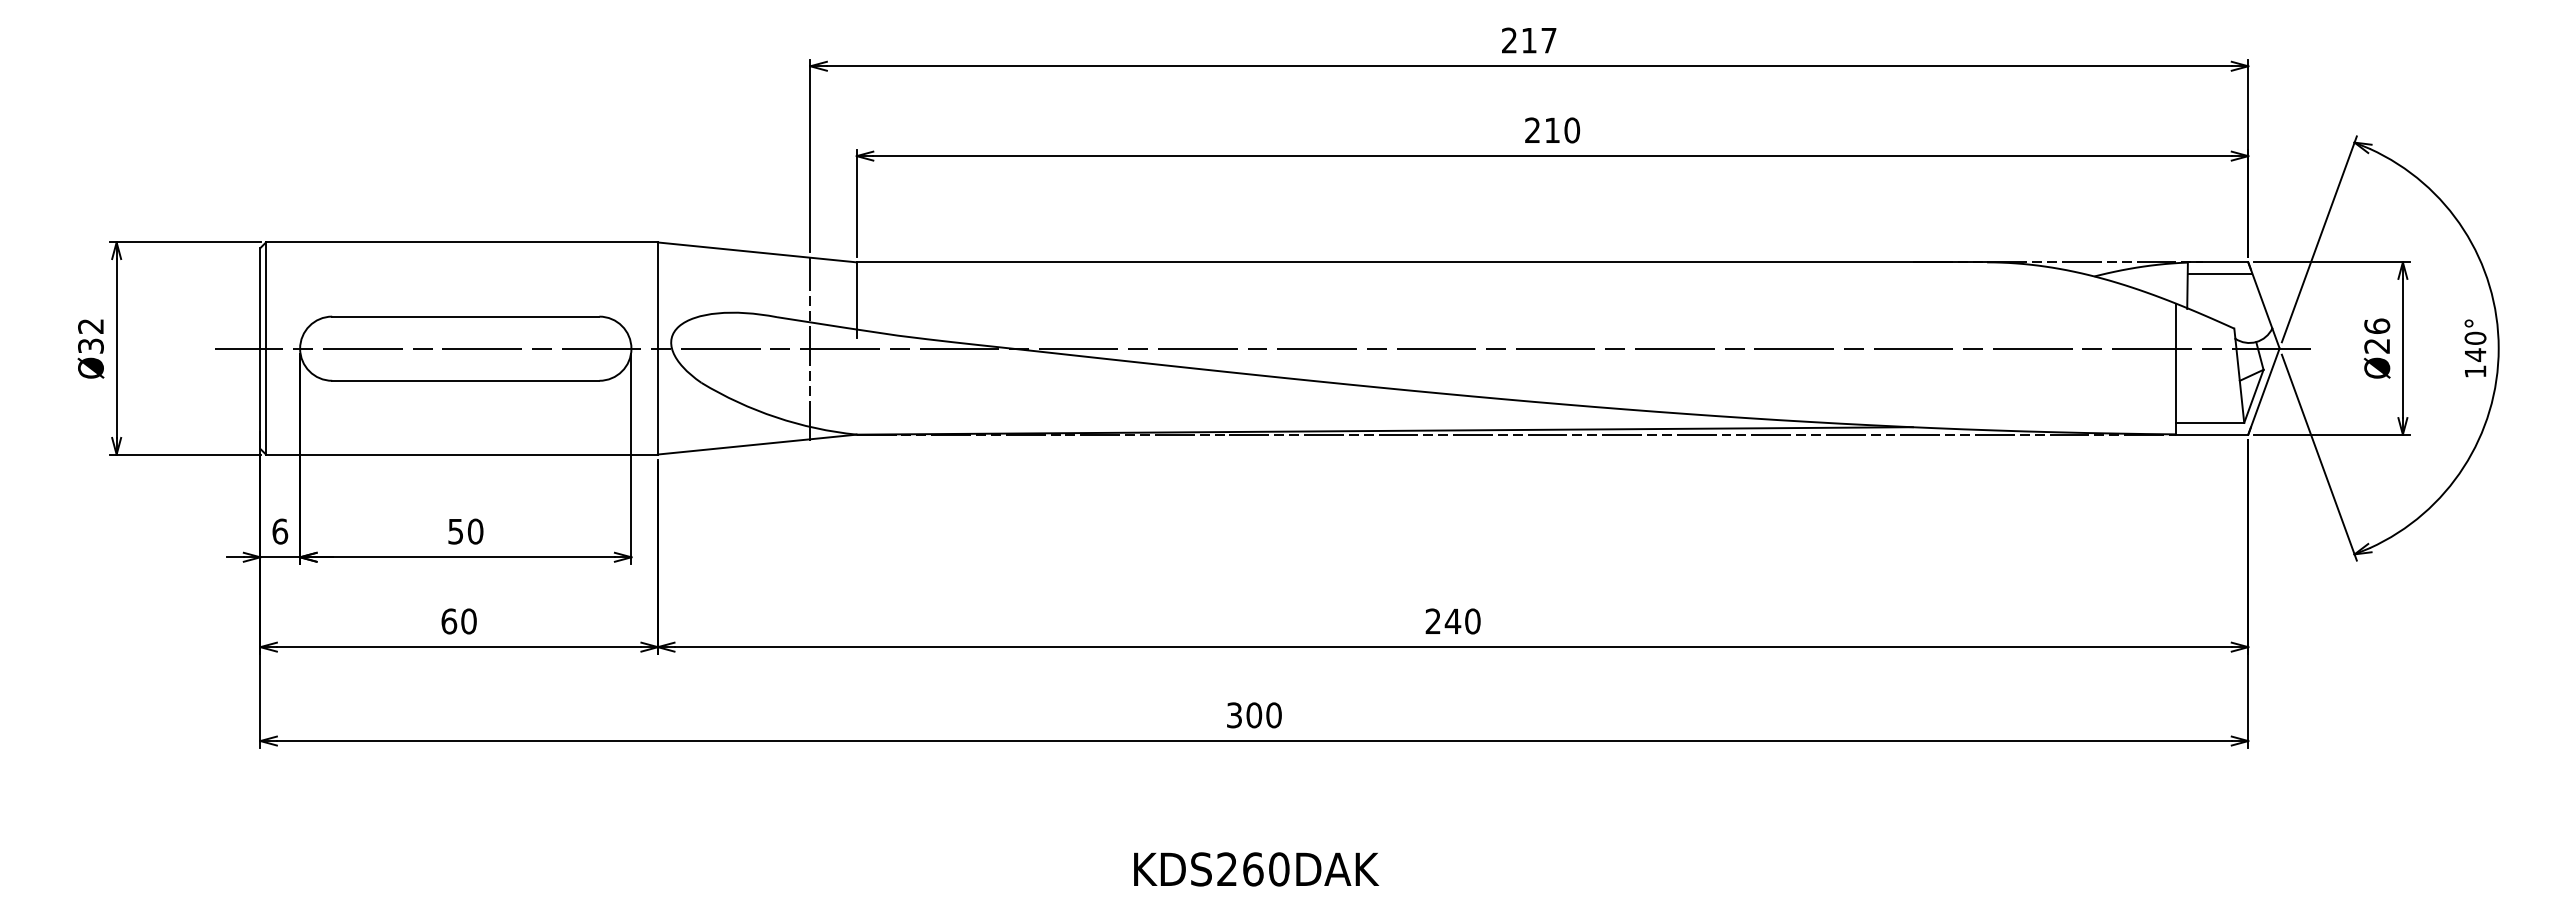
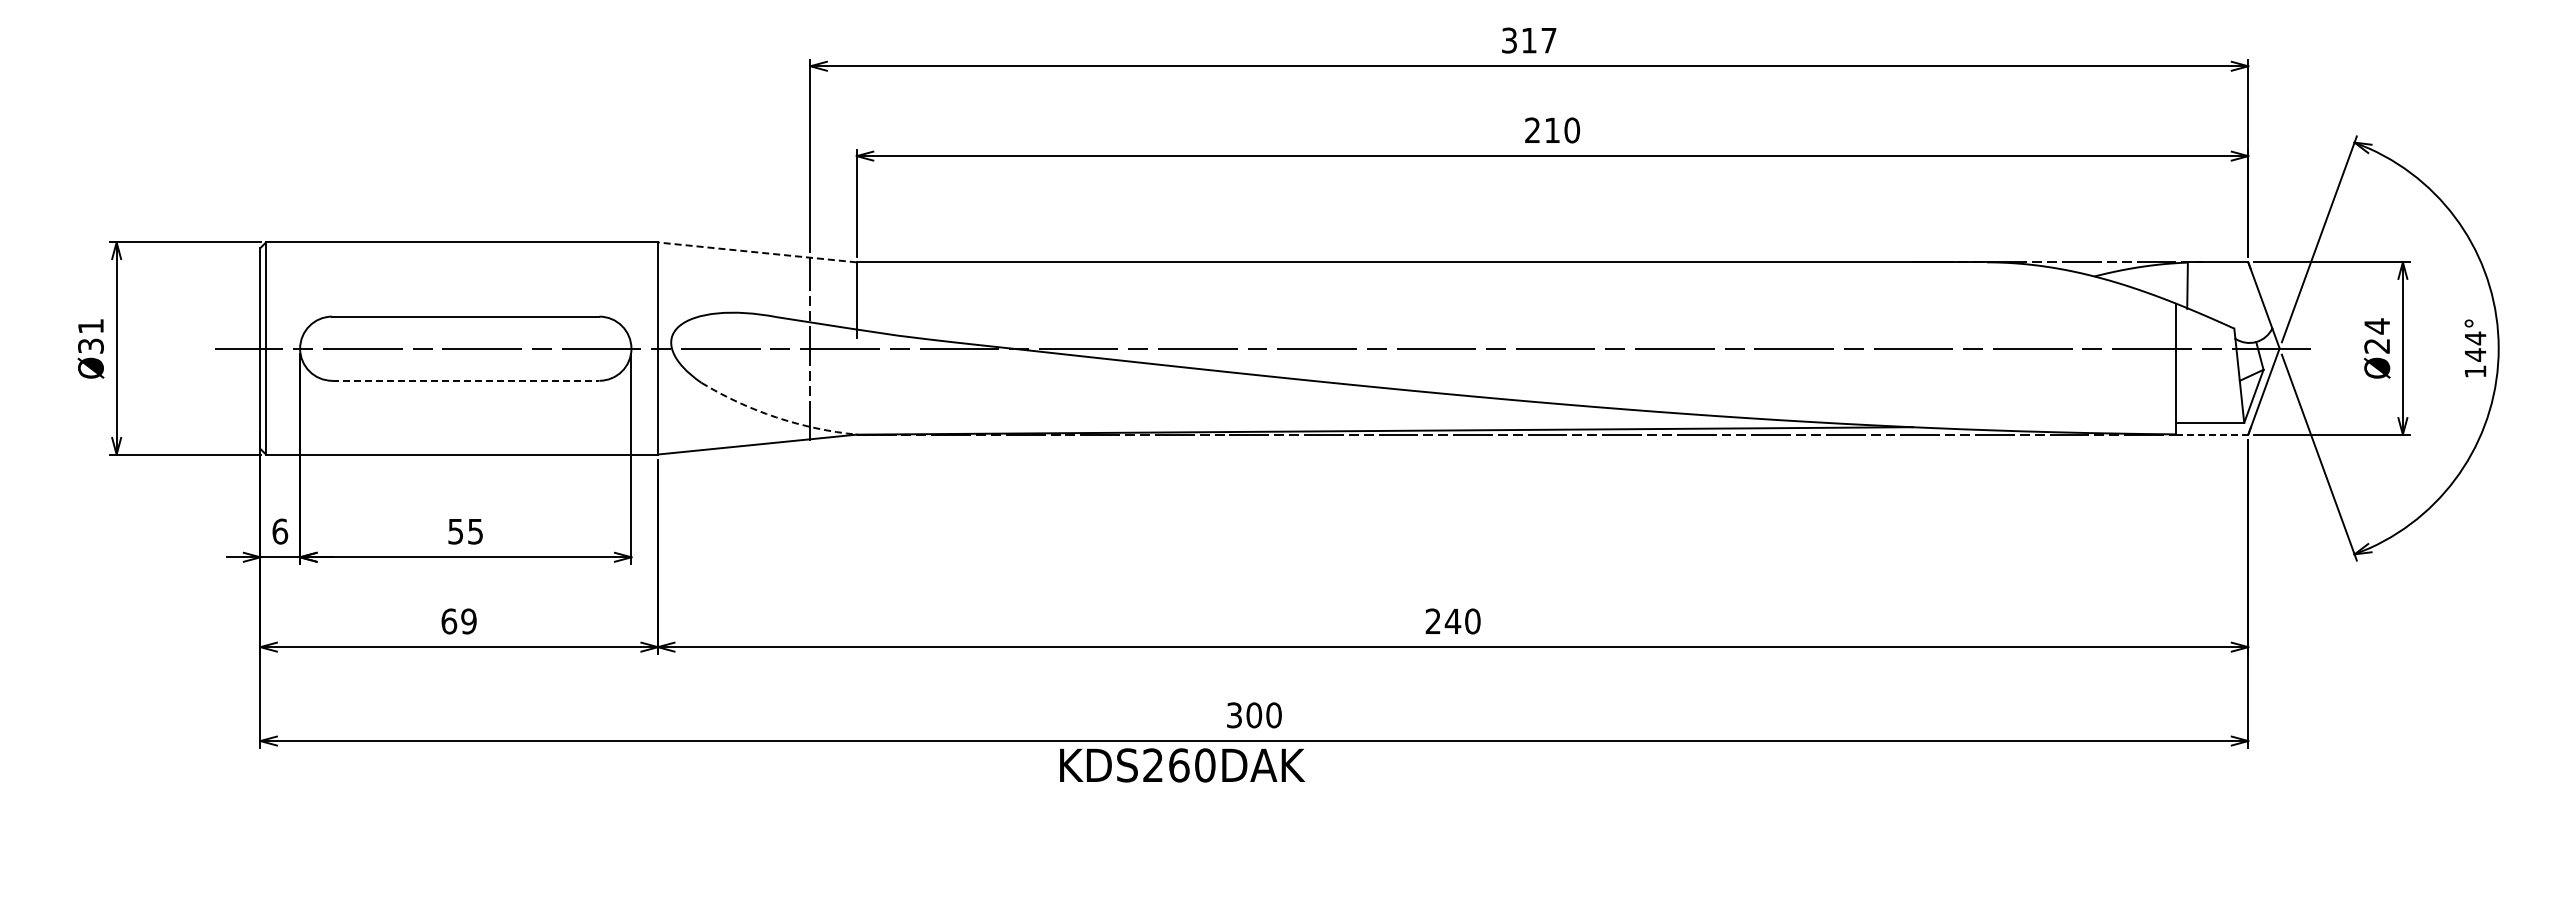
text at (1509, 40): 217 -> 317
line at (757, 252): solid -> dashed
line at (2219, 273): present -> none
text at (90, 326): Ø32 -> Ø31
text at (2377, 326): Ø26 -> Ø24
text at (2475, 338): 140° -> 144°
line at (465, 380): solid -> dashed
arc at (776, 417): solid -> dashed
line at (2212, 434): solid -> dashed
text at (475, 531): 50 -> 55
text at (468, 621): 60 -> 69
text at (1256, 869) position: (1256, 869) -> (1182, 765)
